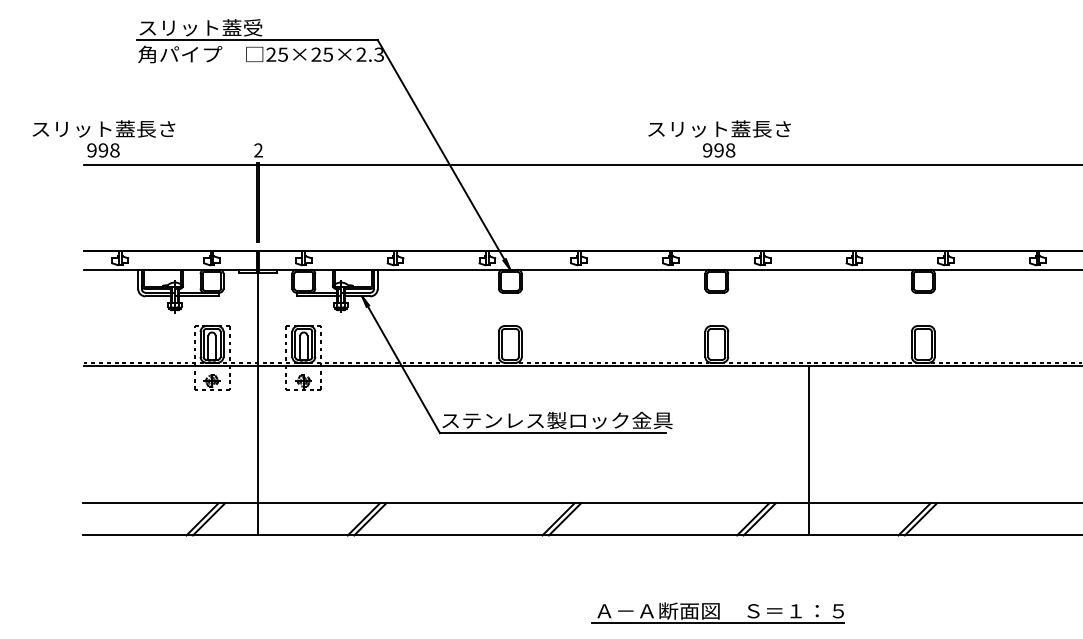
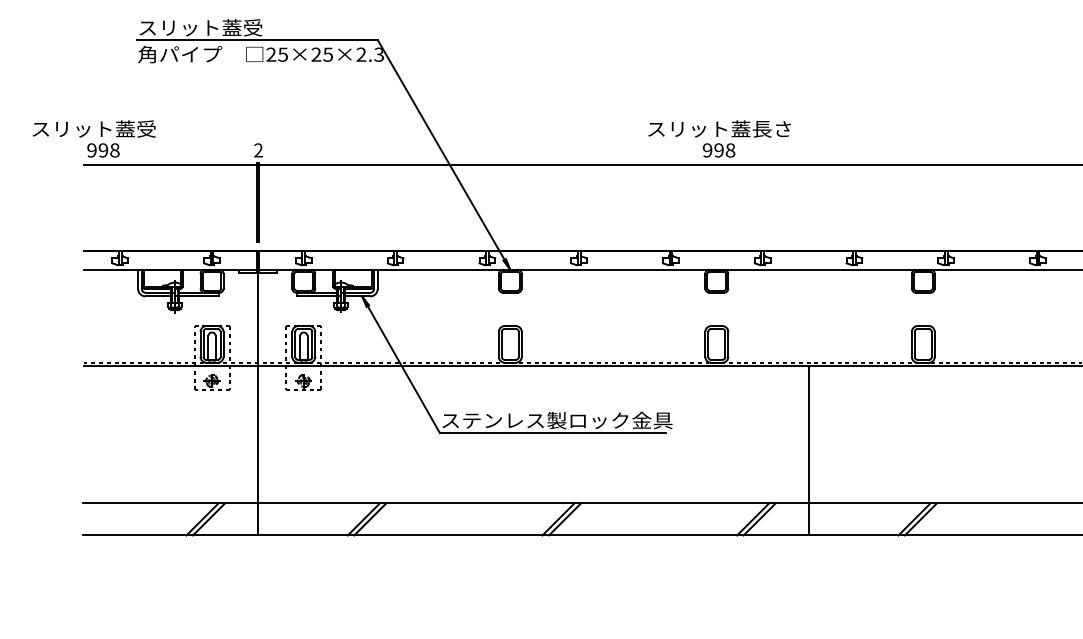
text at (156, 128): スリット蓋長さ -> スリット蓋受
part at (717, 612): present -> none
